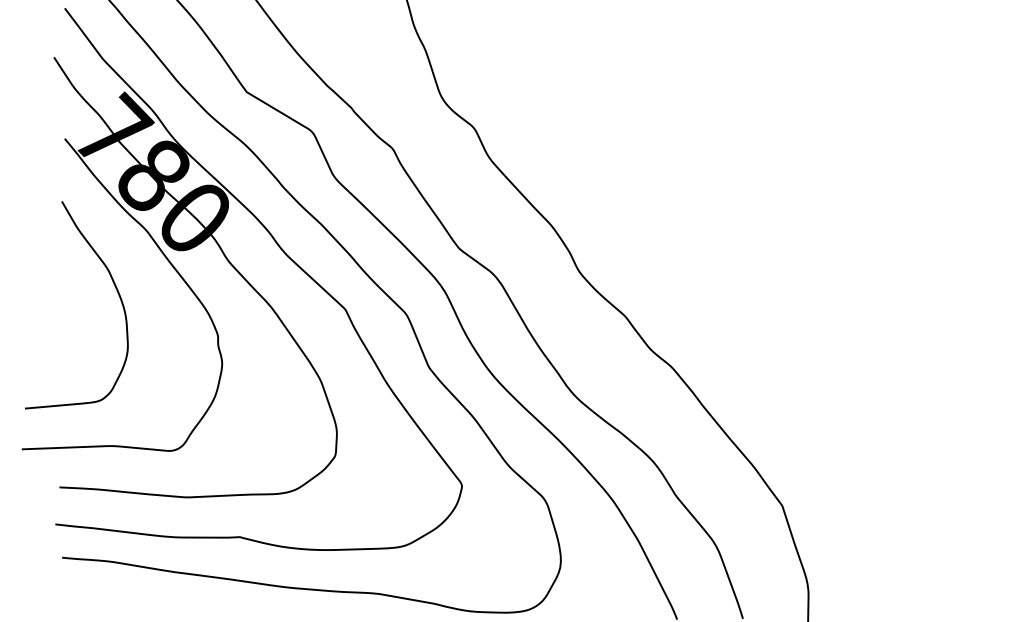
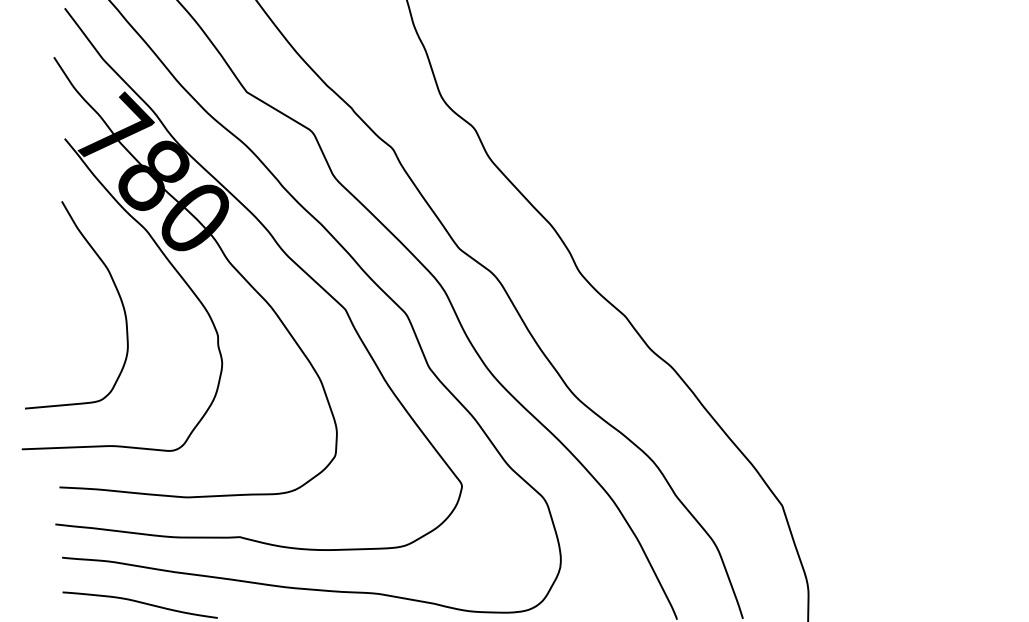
curve at (140, 603): none -> present
